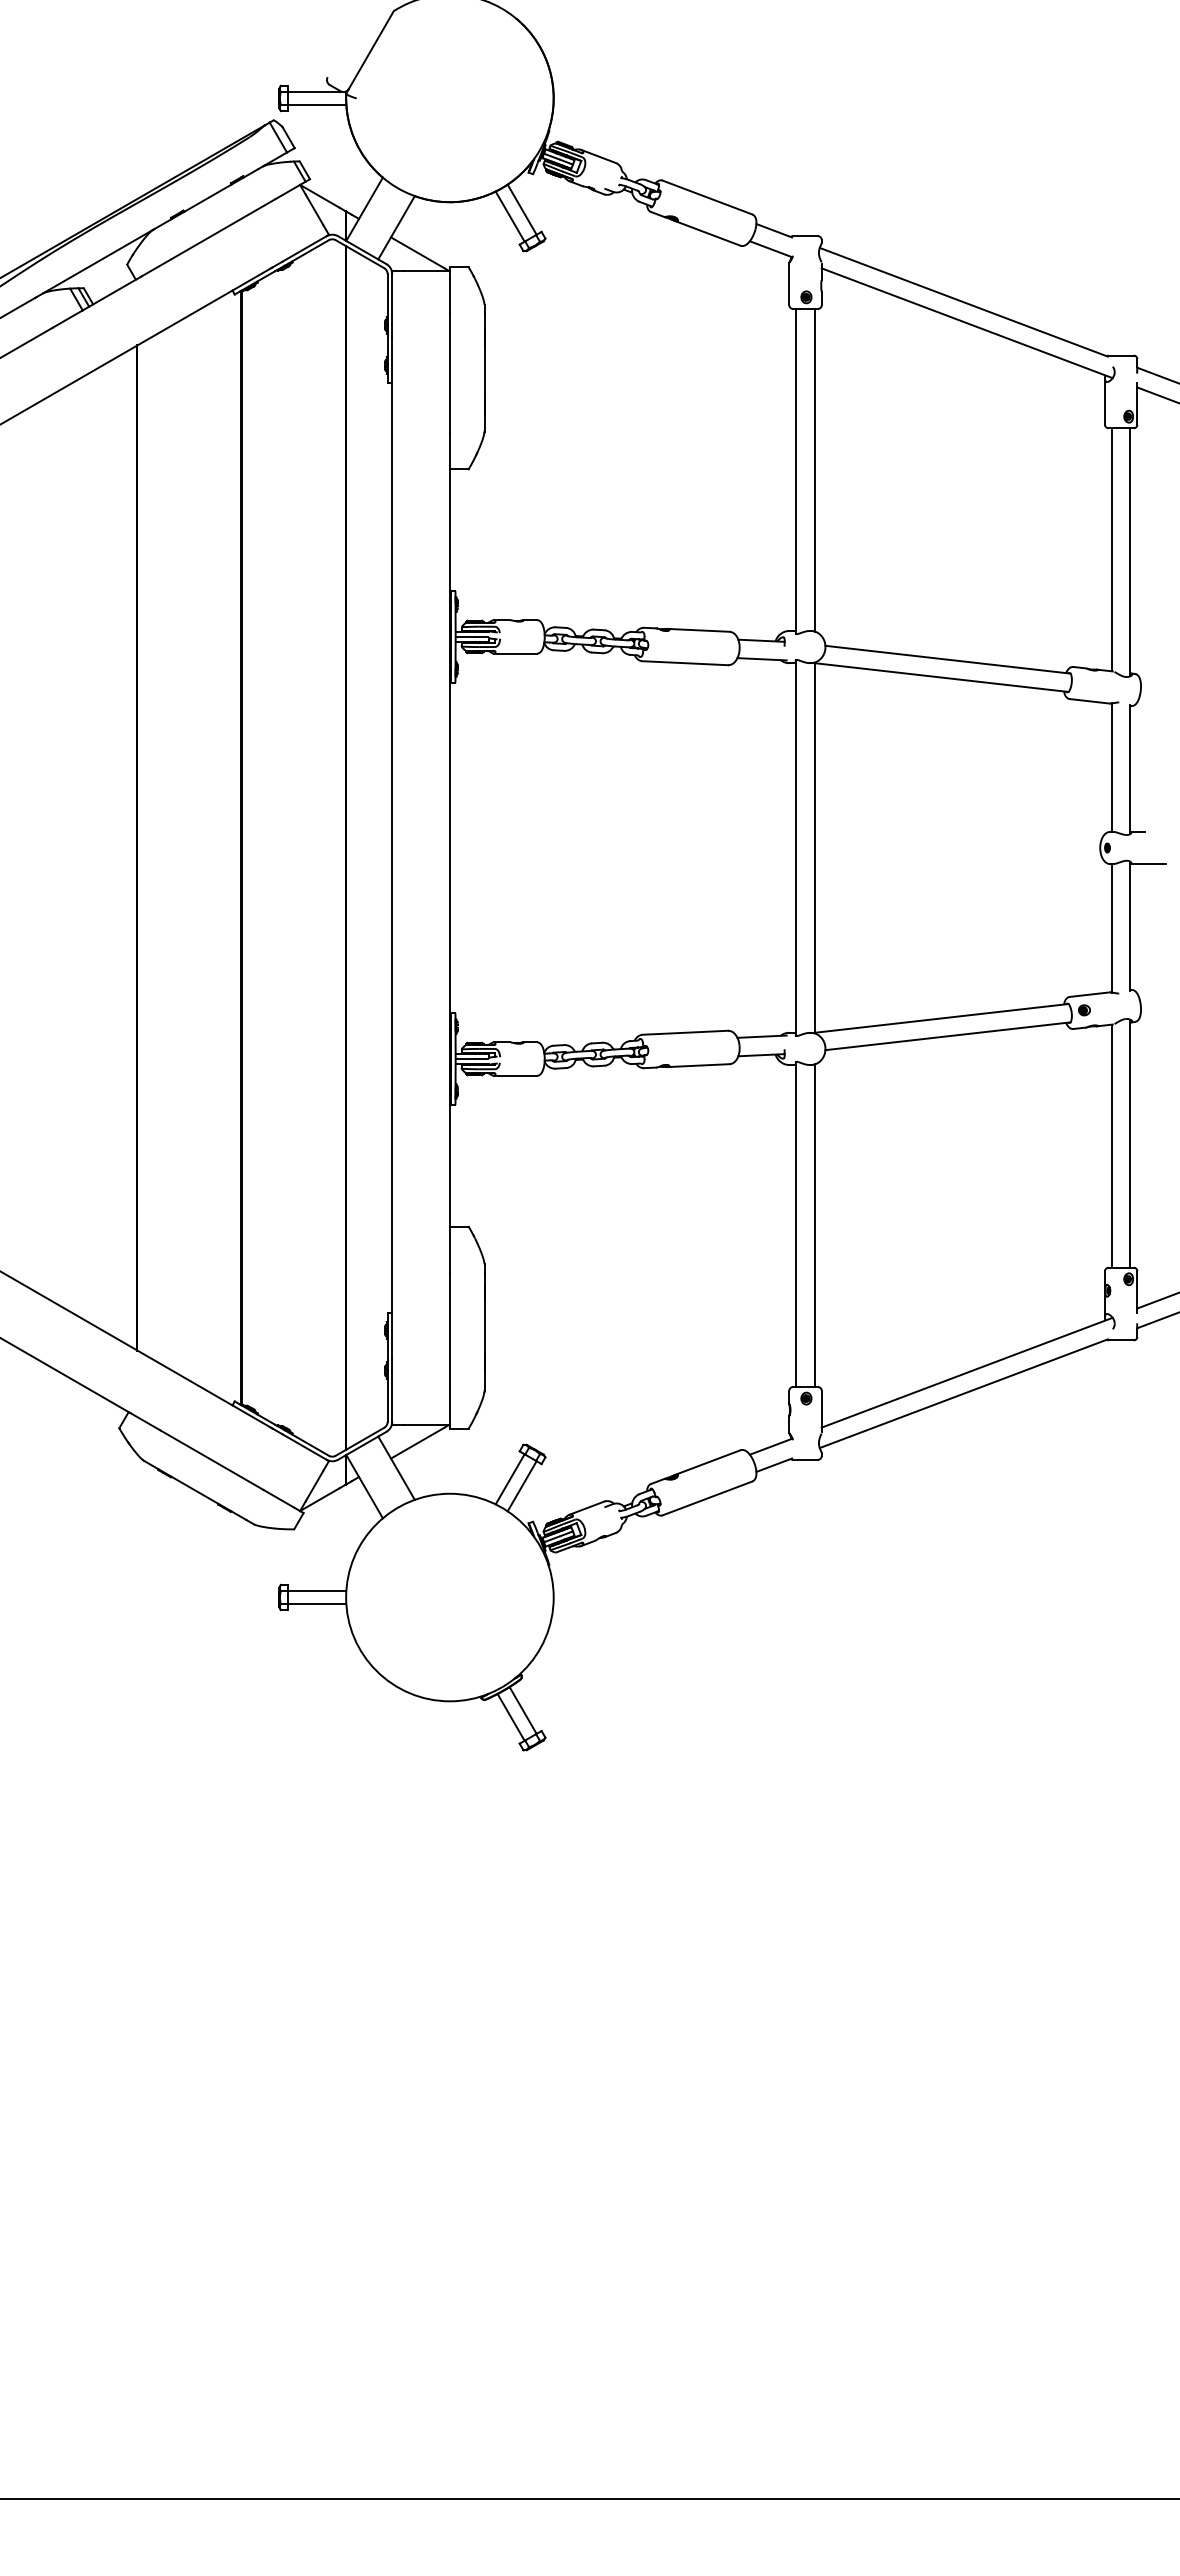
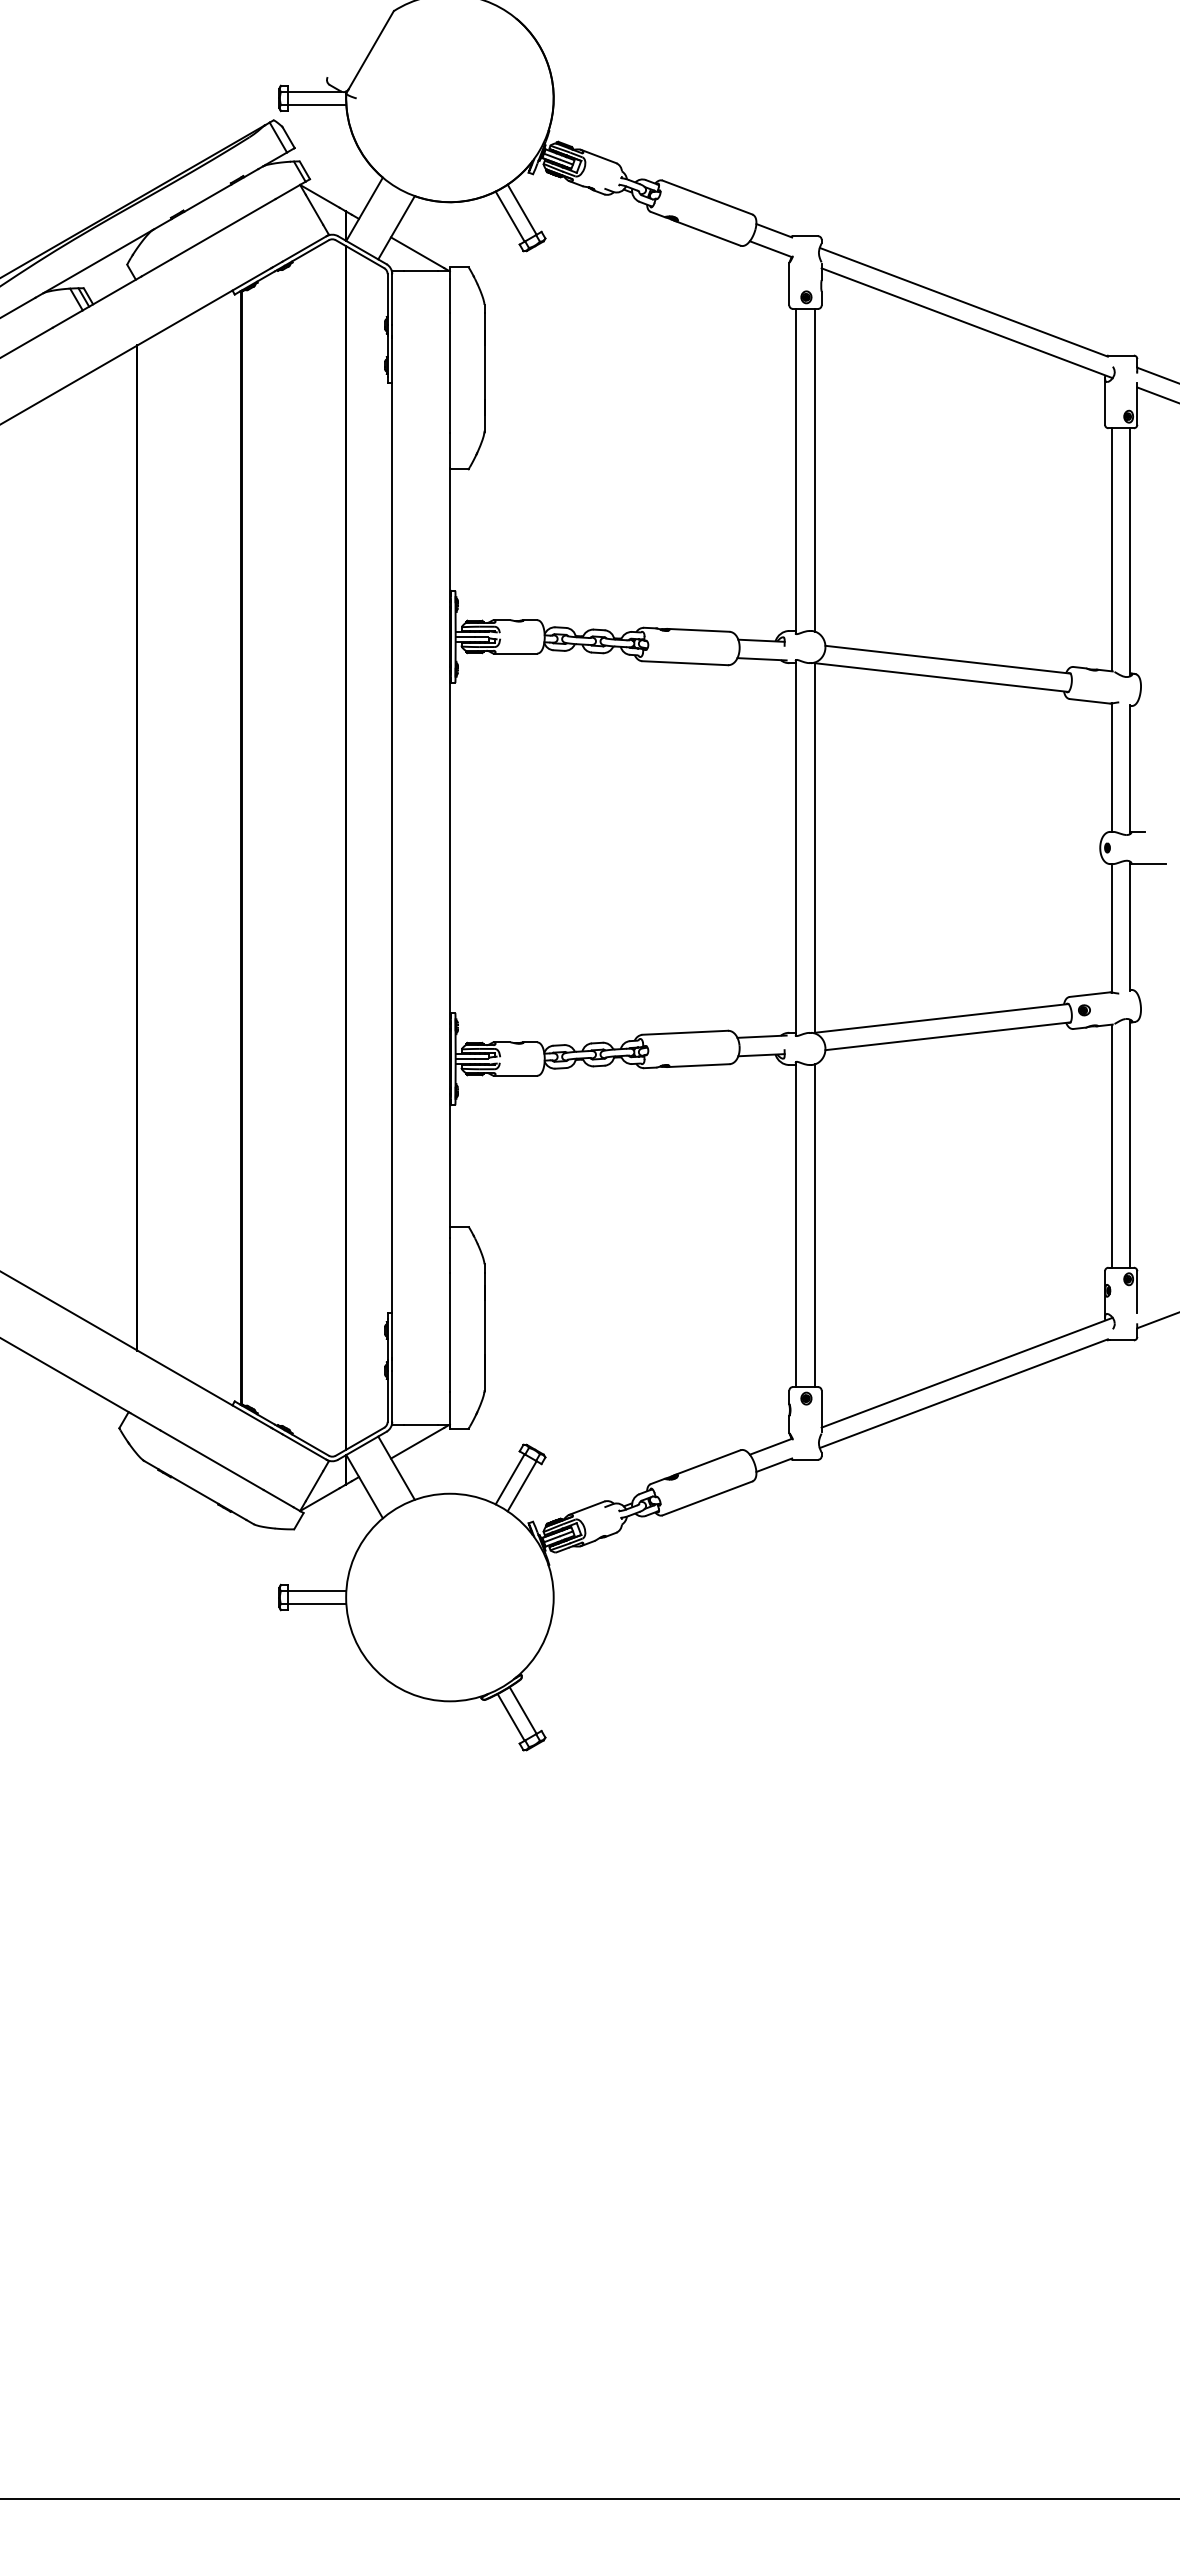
line at (1156, 1300): present -> none
